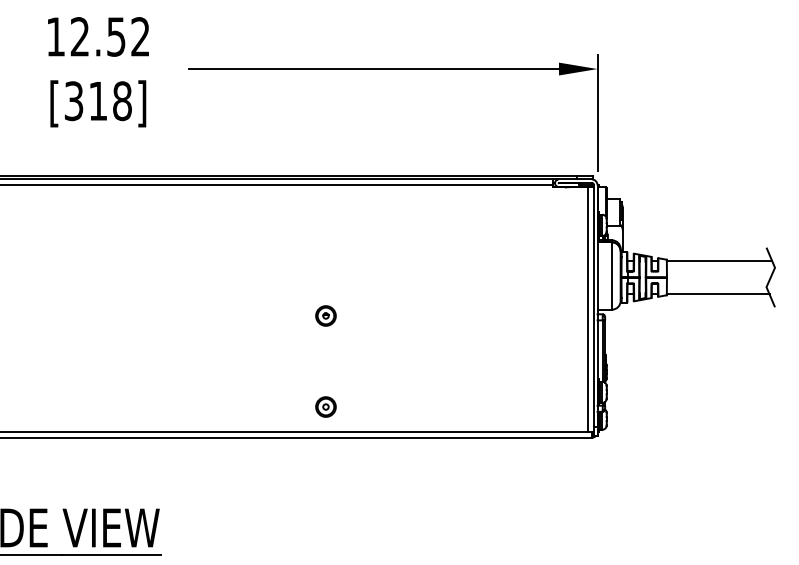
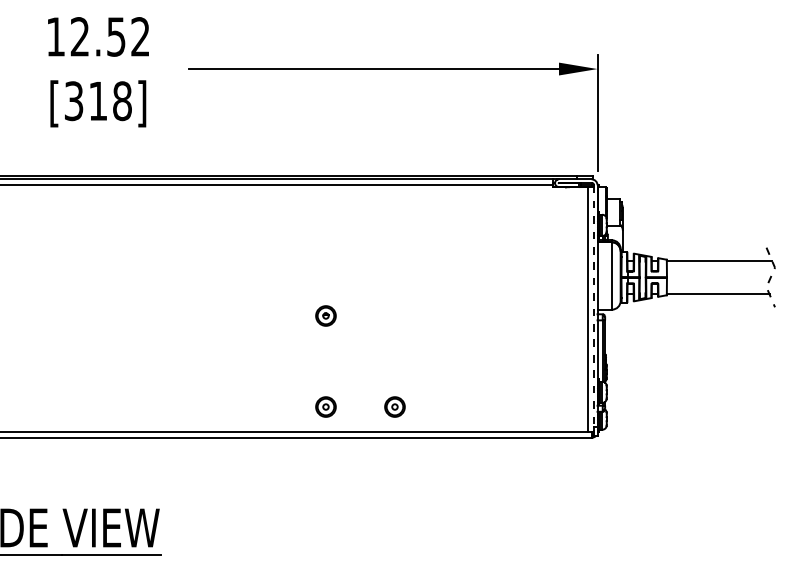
line at (770, 277): solid -> dashed
line at (593, 306): solid -> dashed
part at (394, 406): none -> present
